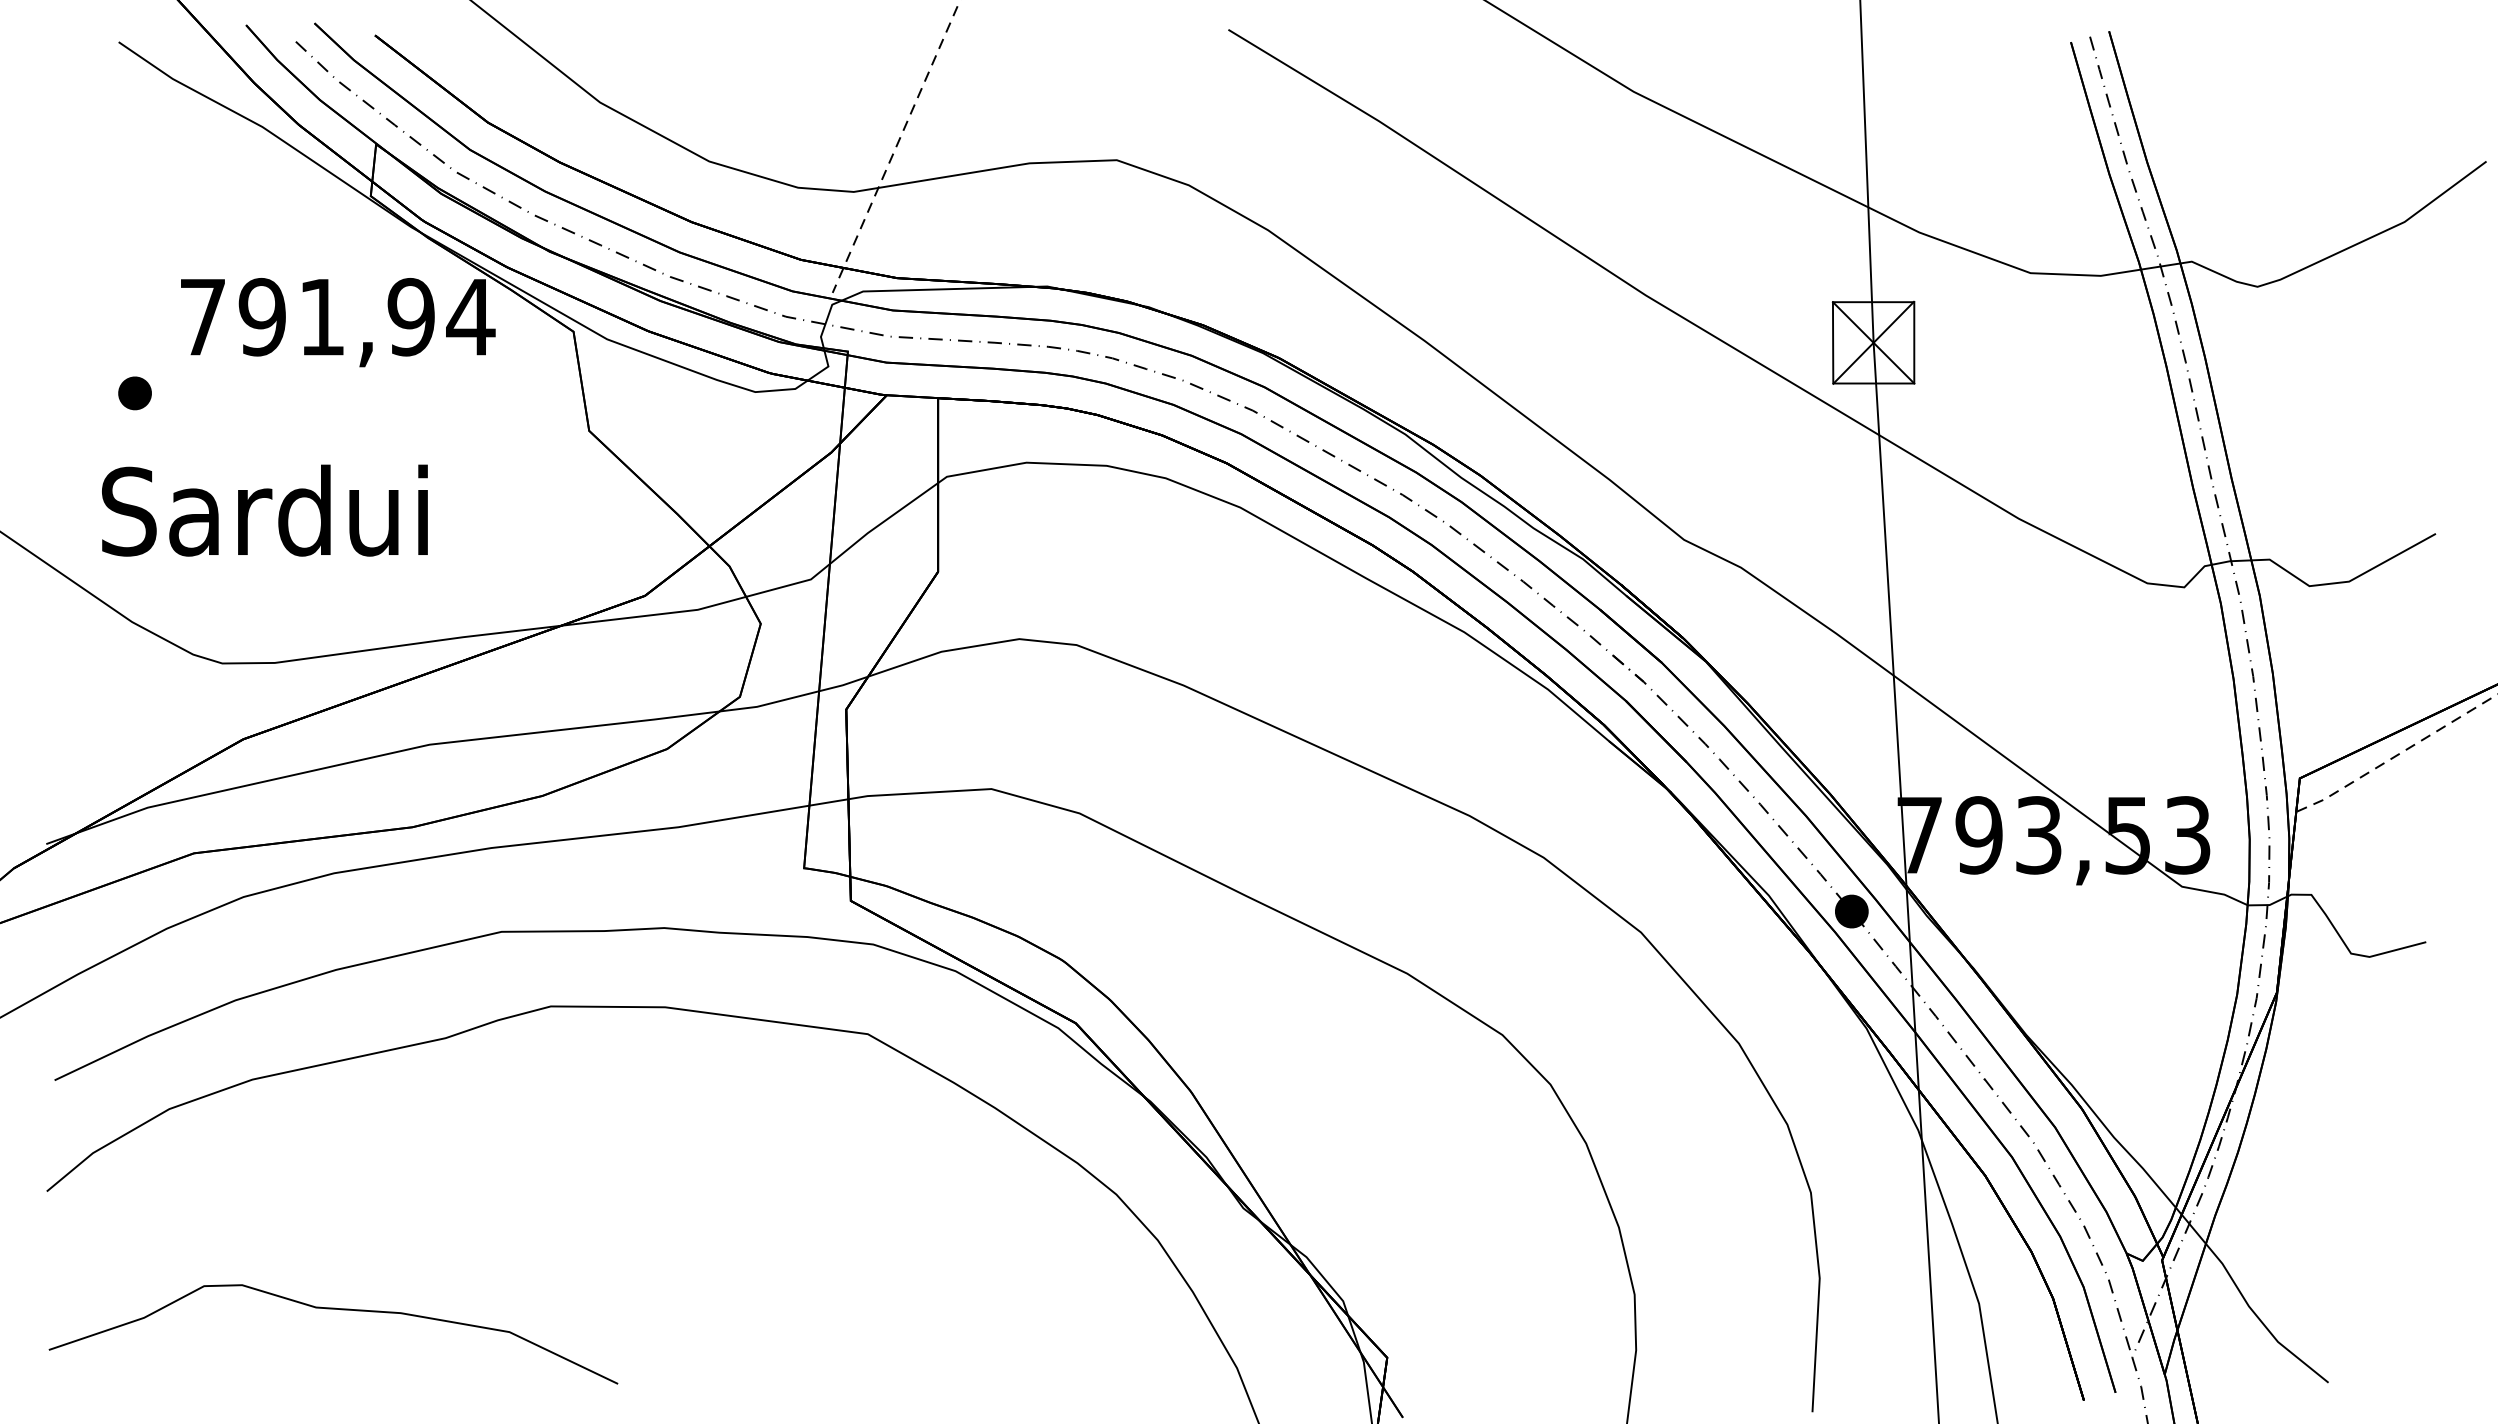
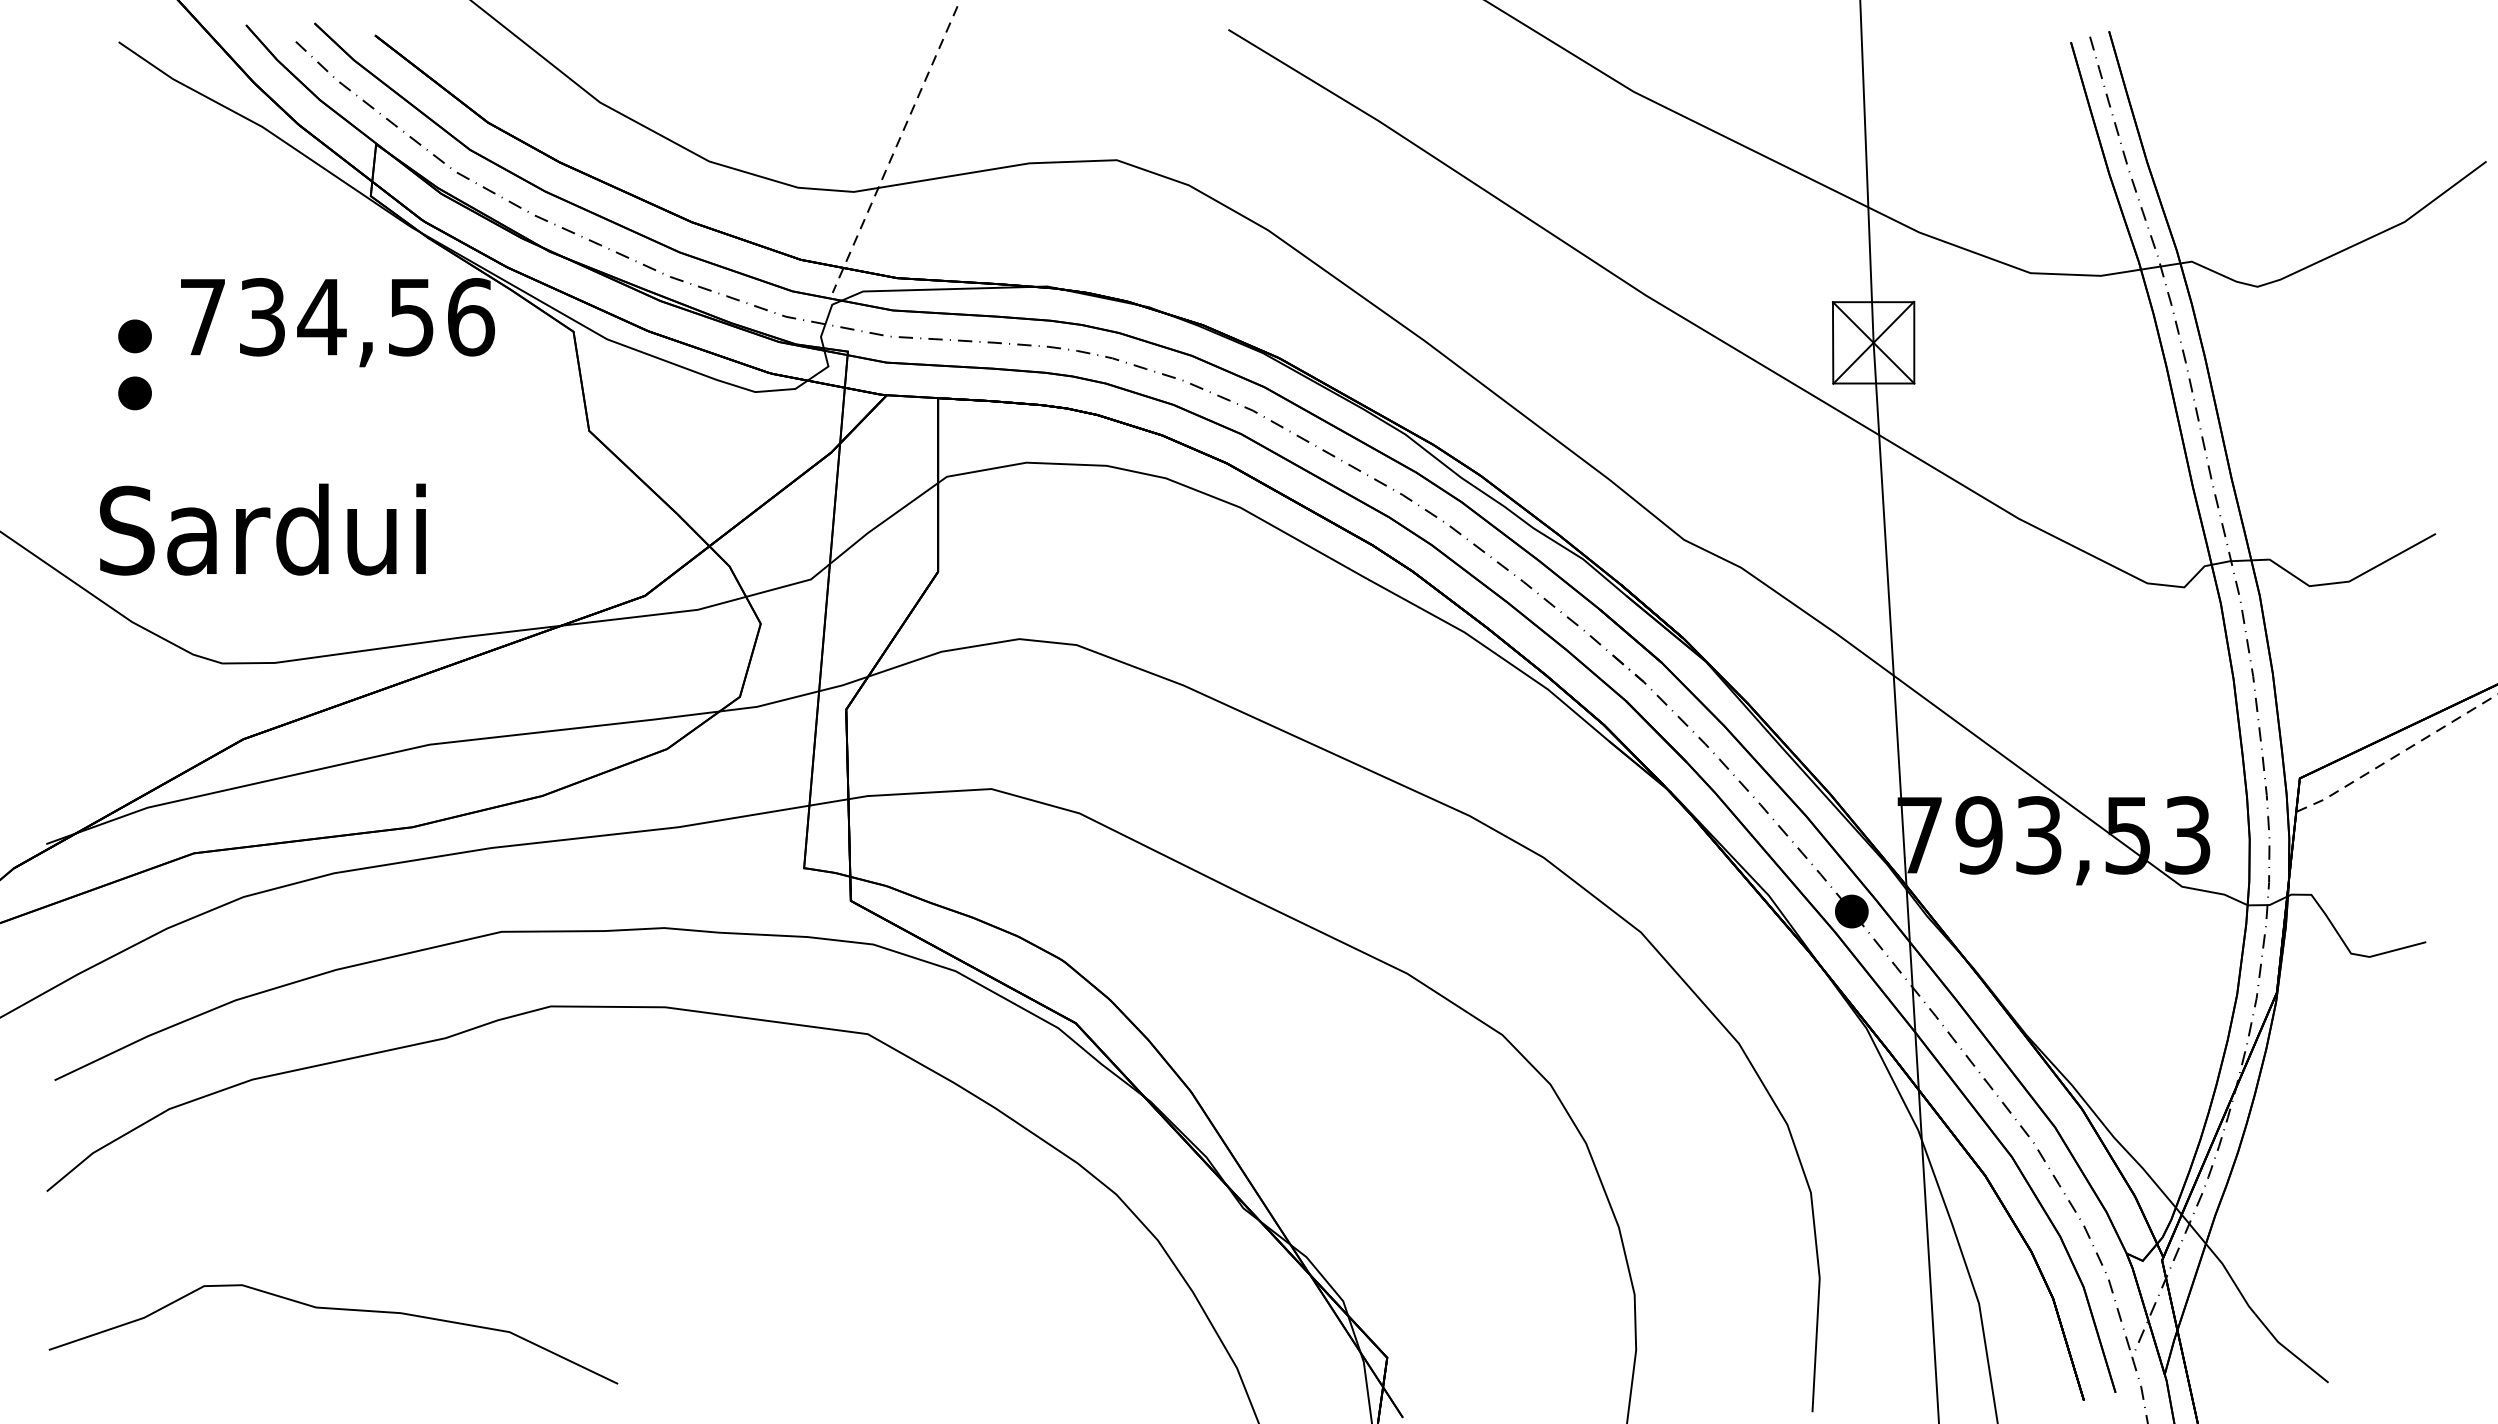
text at (366, 317): 791,94 -> 734,56
part at (134, 336): none -> present
text at (264, 510) position: (264, 510) -> (262, 529)
